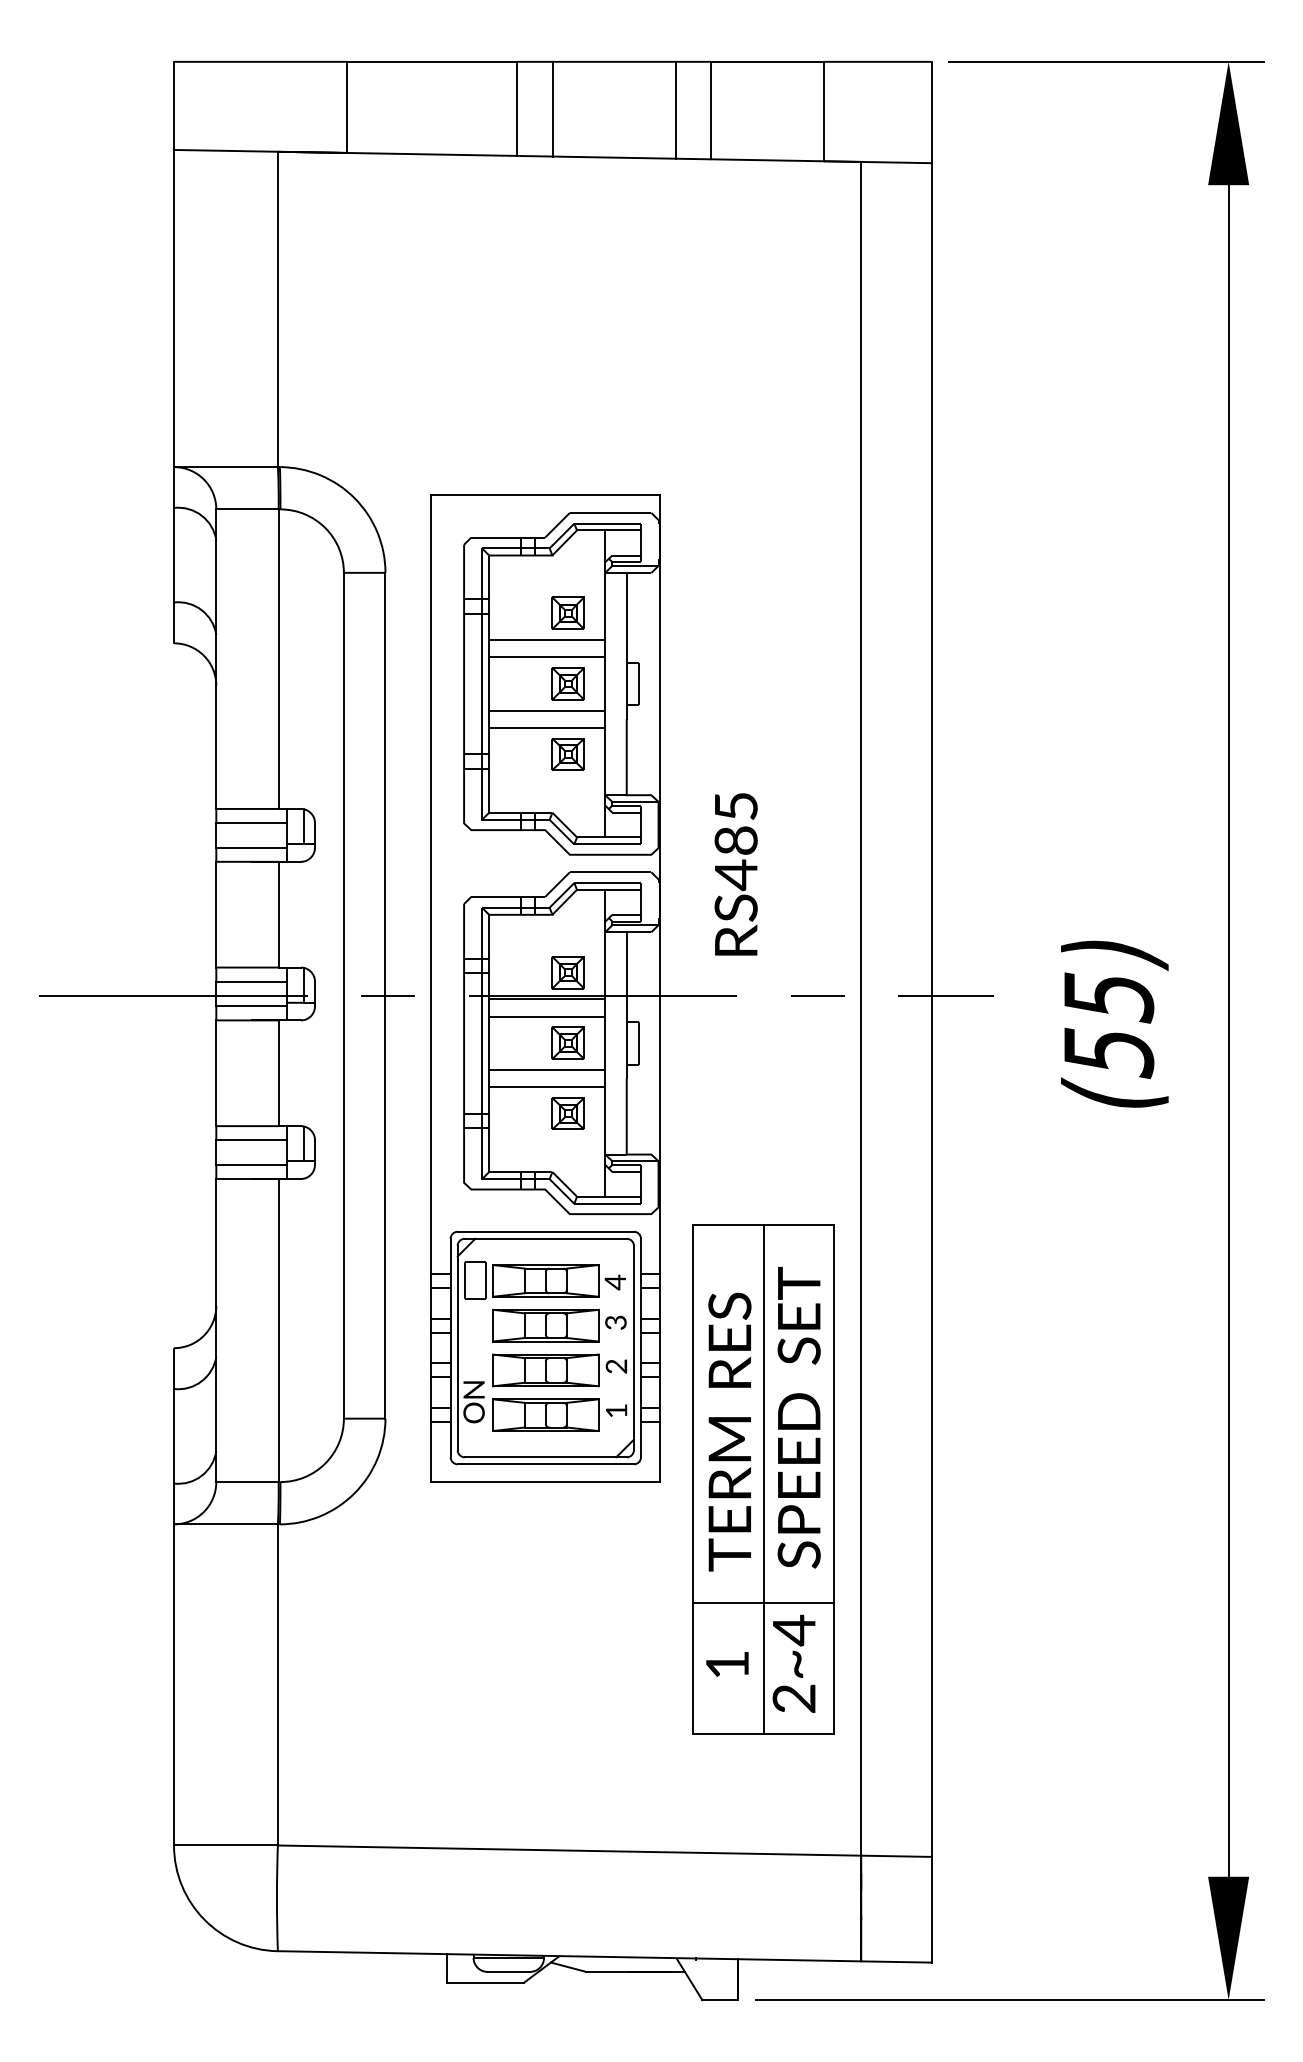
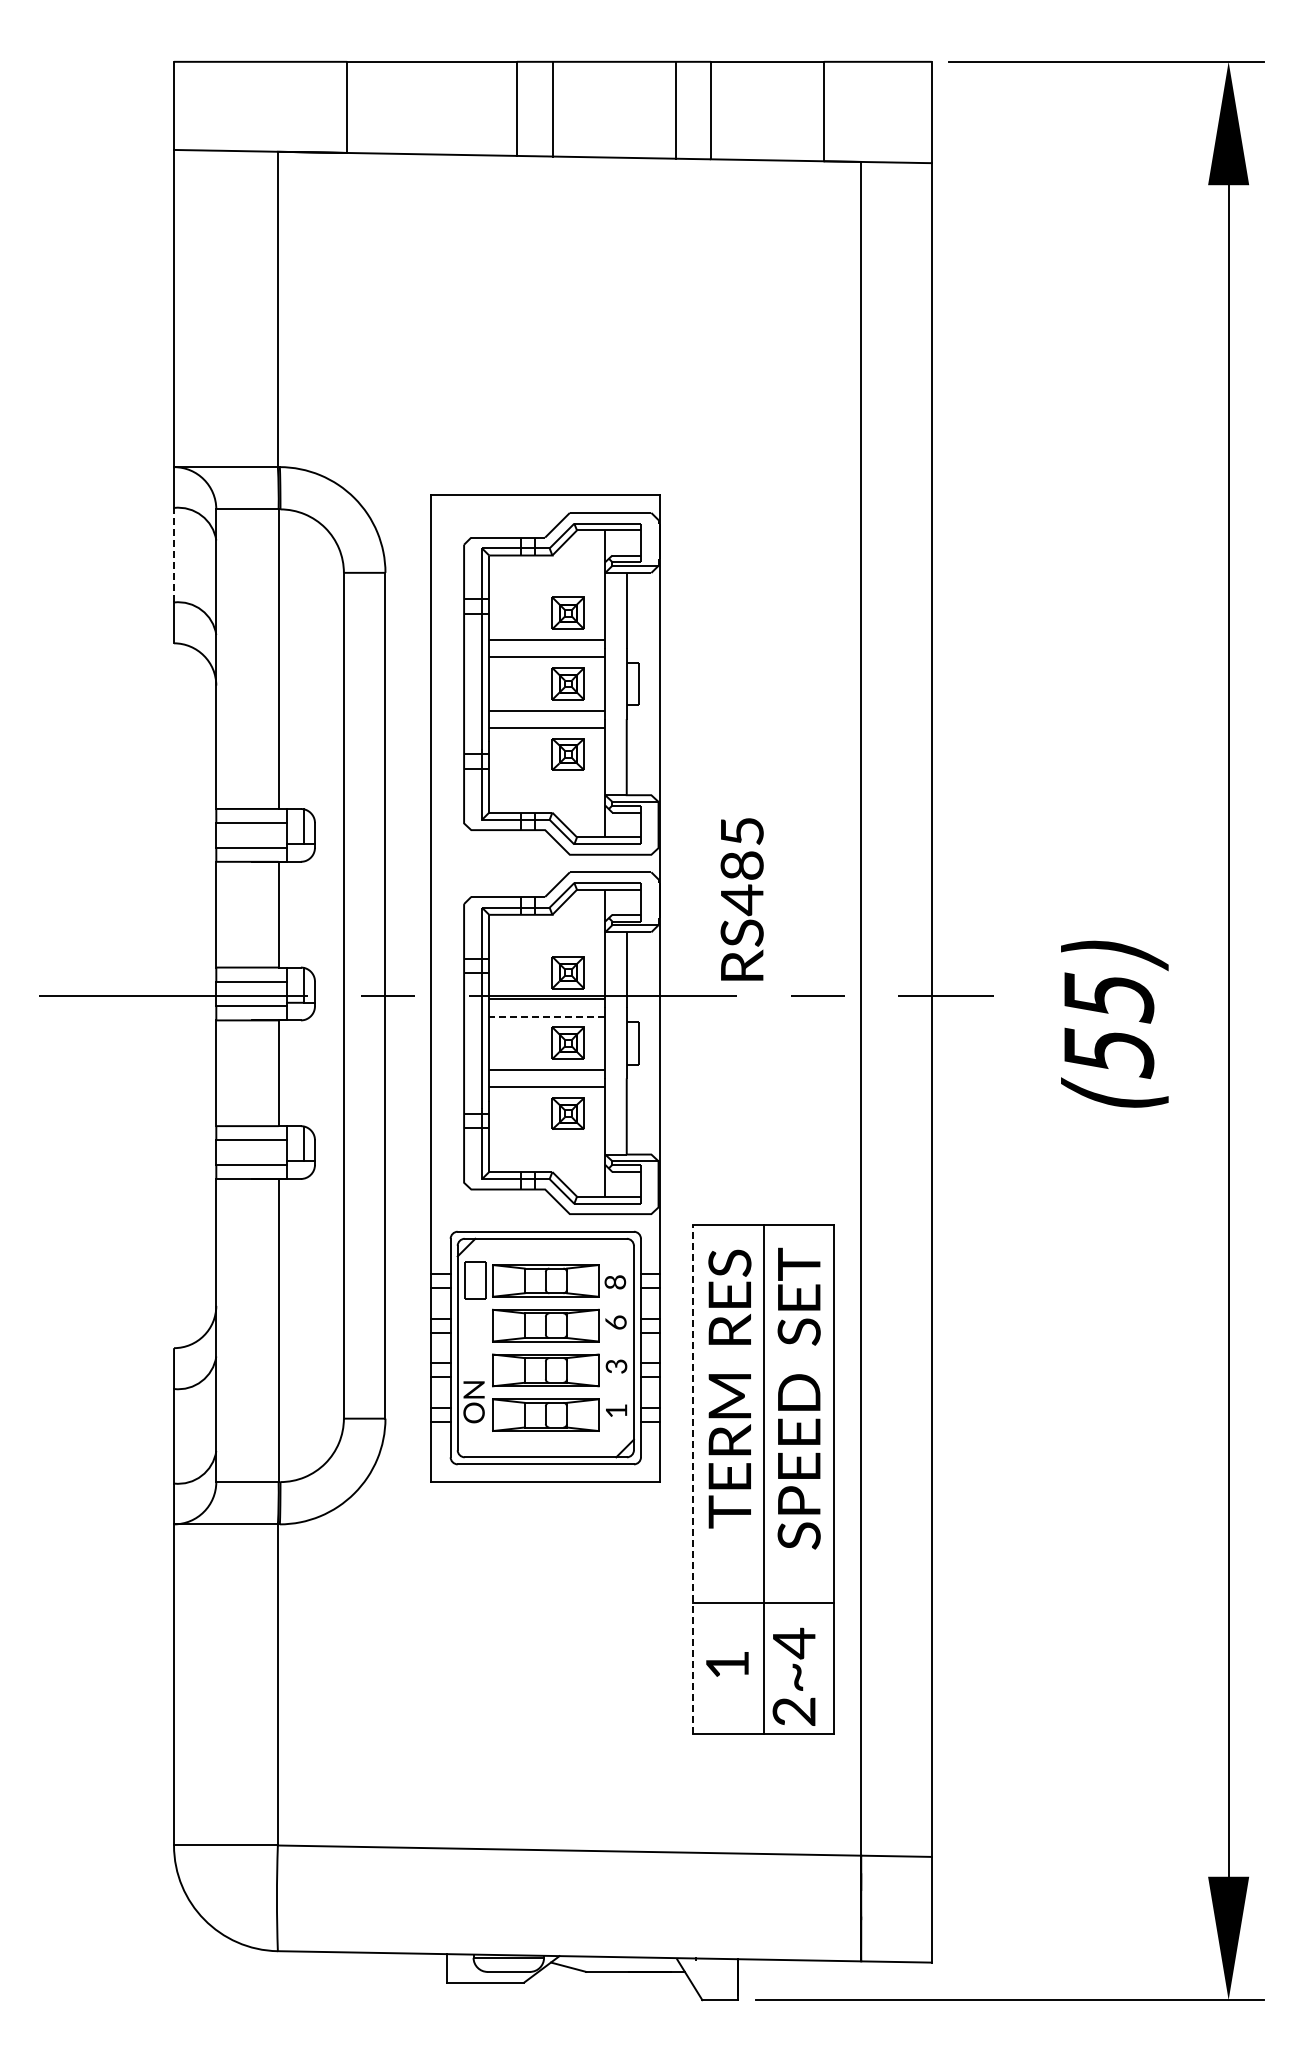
line at (174, 554): solid -> dashed
text at (735, 874) position: (735, 874) -> (741, 899)
line at (546, 1016): solid -> dashed
text at (615, 1282): 4 -> 8
text at (615, 1322): 3 -> 6
text at (618, 1366): 2 -> 3
text at (798, 1417) position: (798, 1417) -> (798, 1398)
text at (729, 1431) position: (729, 1431) -> (729, 1388)
line at (693, 1478): solid -> dashed
text at (793, 1663) position: (793, 1663) -> (793, 1676)
